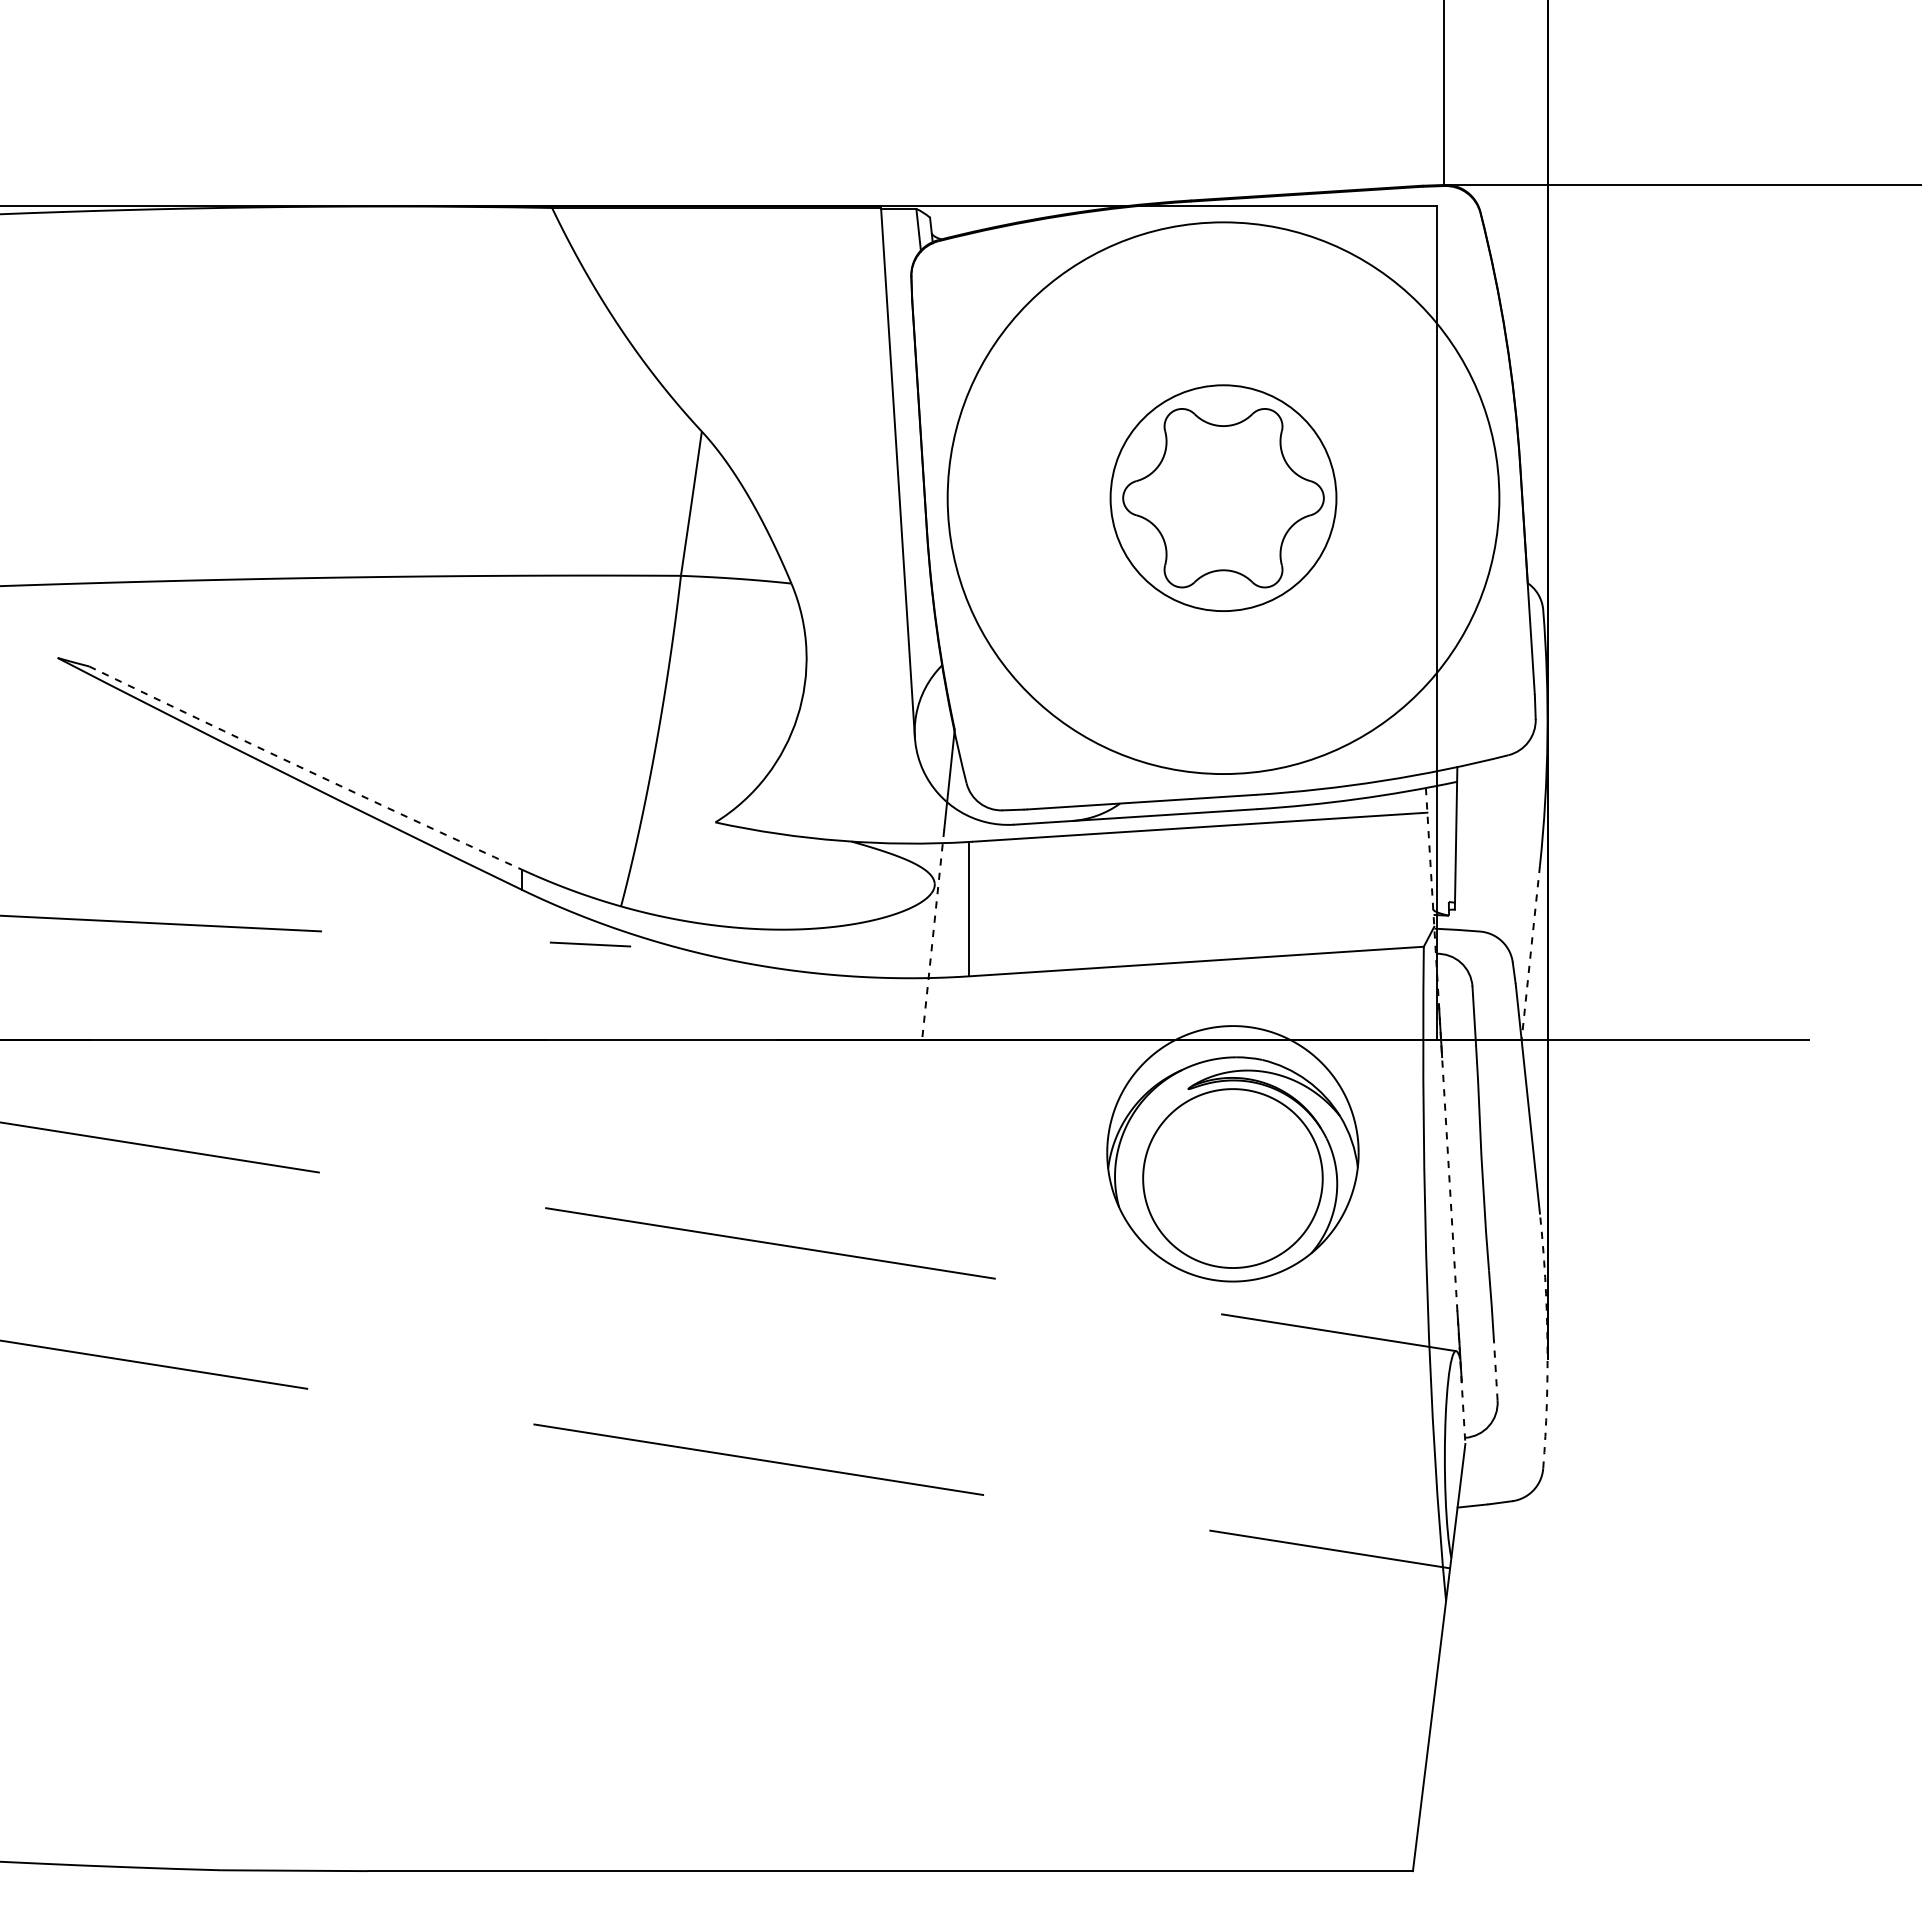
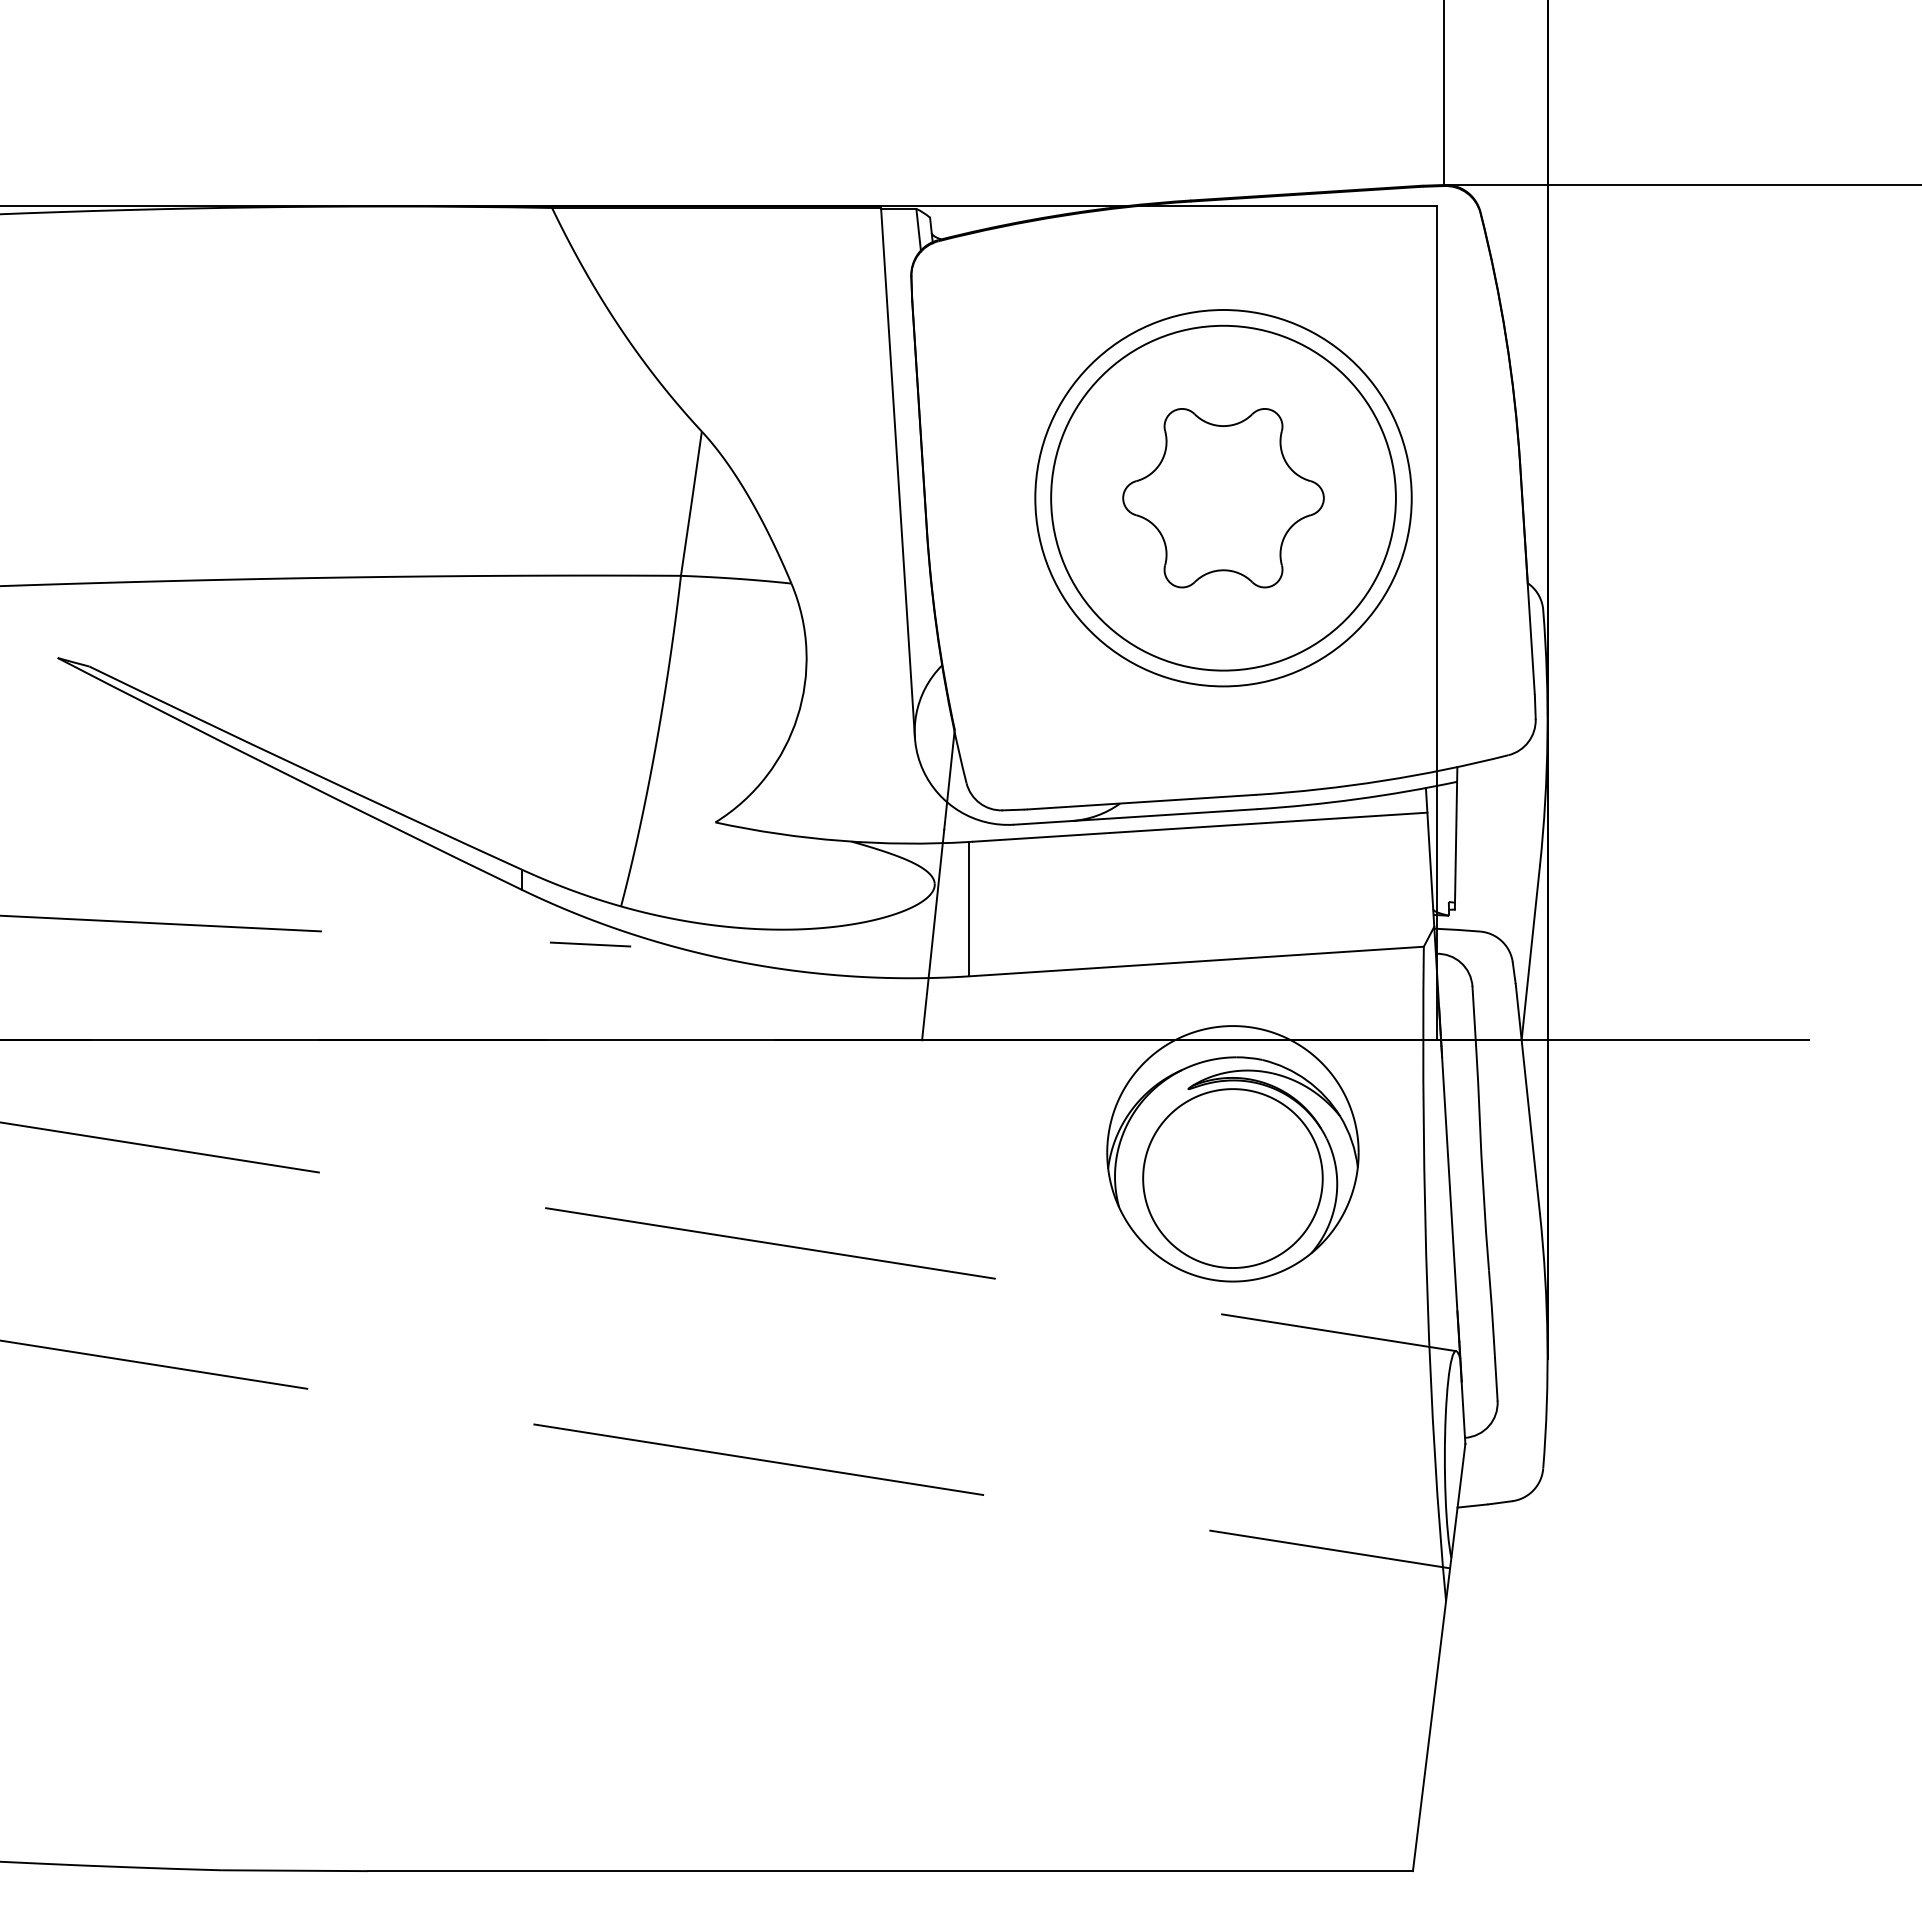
circle at (1223, 498) diameter: 226 px -> 376 px
circle at (1223, 498) diameter: 552 px -> 345 px
arc at (304, 769): dashed -> solid
line at (933, 935): dashed -> solid
line at (1530, 953): dashed -> solid
line at (1445, 1116): dashed -> solid
arc at (1547, 1341): dashed -> solid
line at (1495, 1370): dashed -> solid
